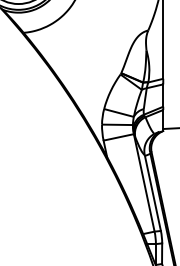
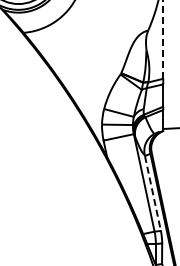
line at (163, 39): solid -> dashed
line at (153, 193): solid -> dashed
